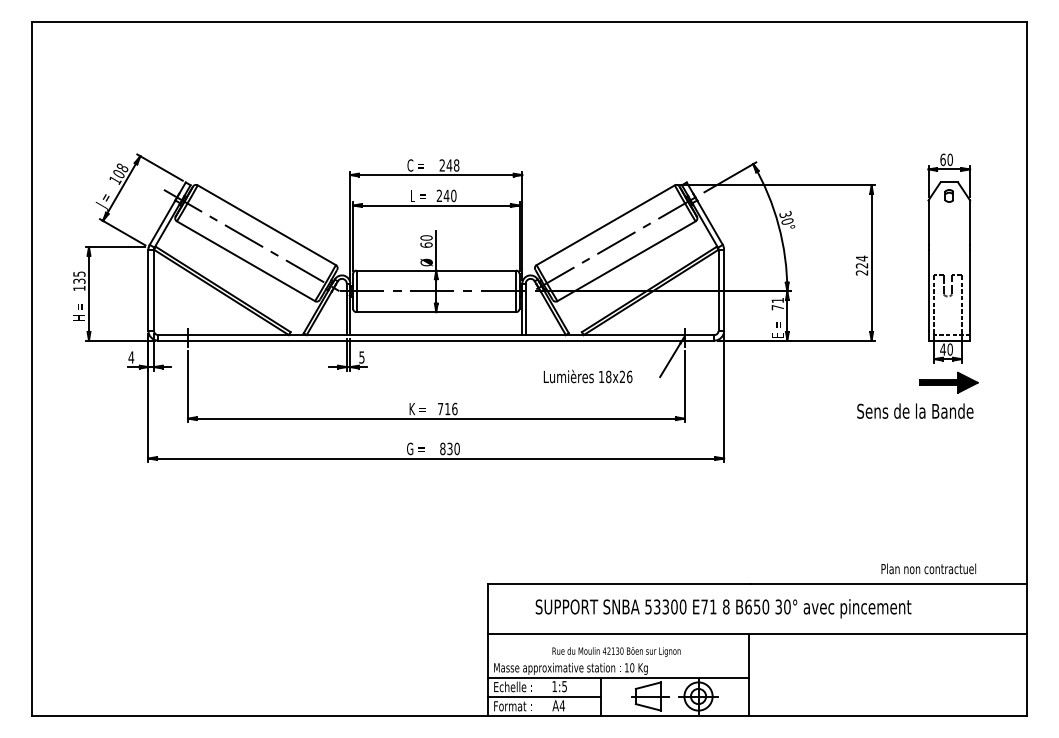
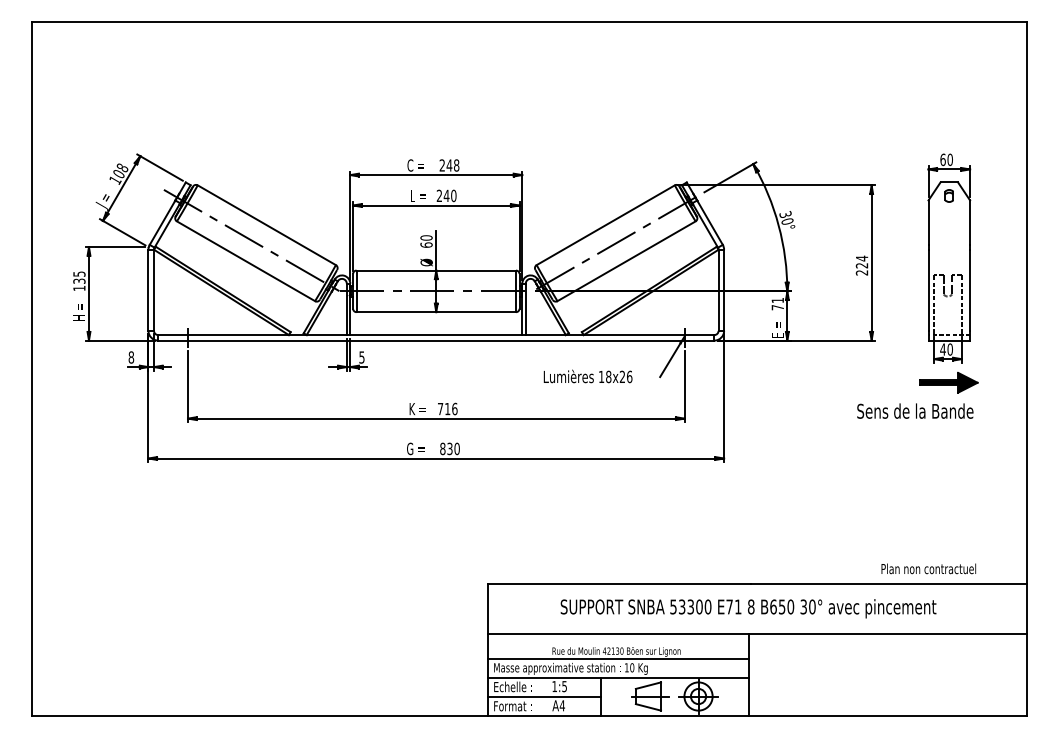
text at (130, 357): 4 -> 8
text at (723, 608) position: (723, 608) -> (748, 608)
line at (617, 658): none -> present
